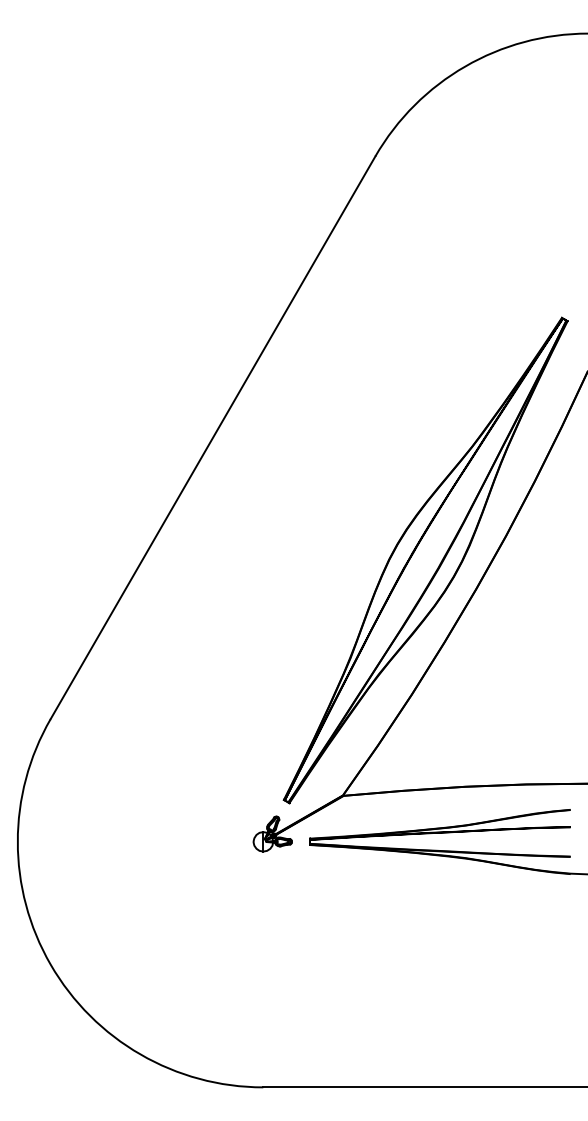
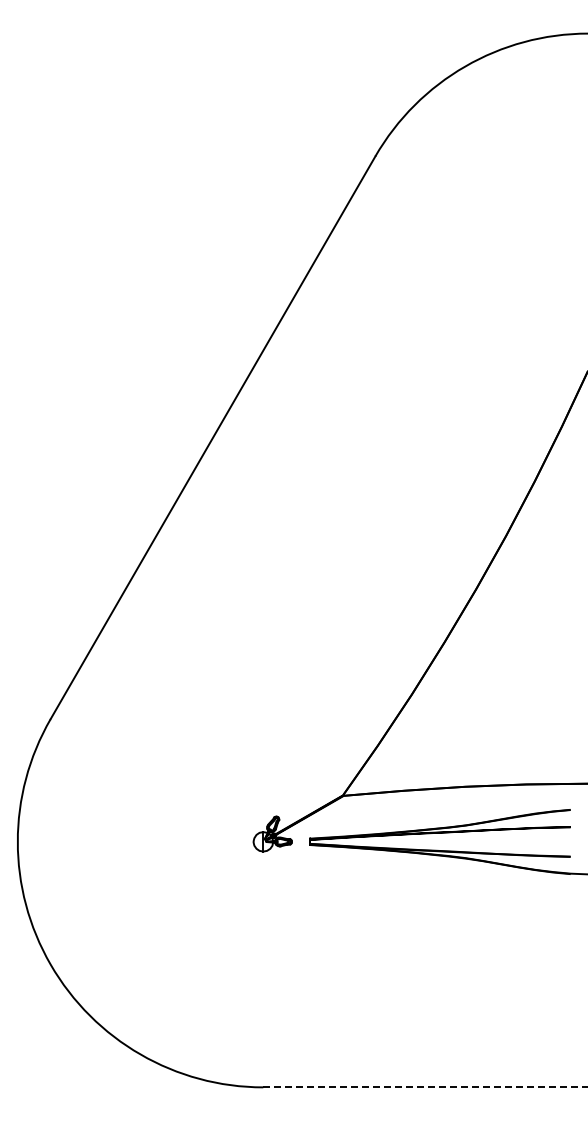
part at (425, 560): present -> none
line at (425, 1087): solid -> dashed
